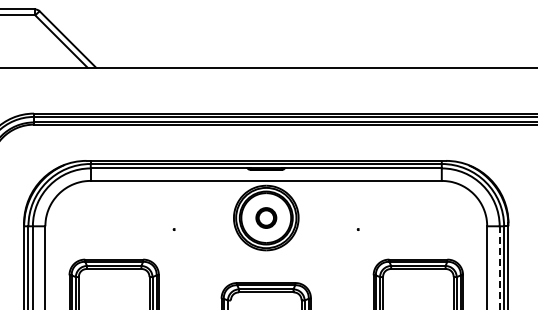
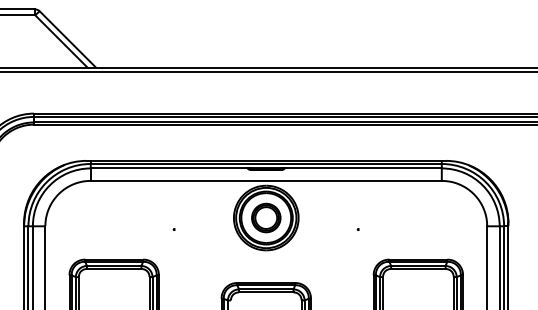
line at (268, 72): none -> present
part at (266, 217) size: 23x22 px -> 31x32 px
line at (499, 268): dashed -> solid
